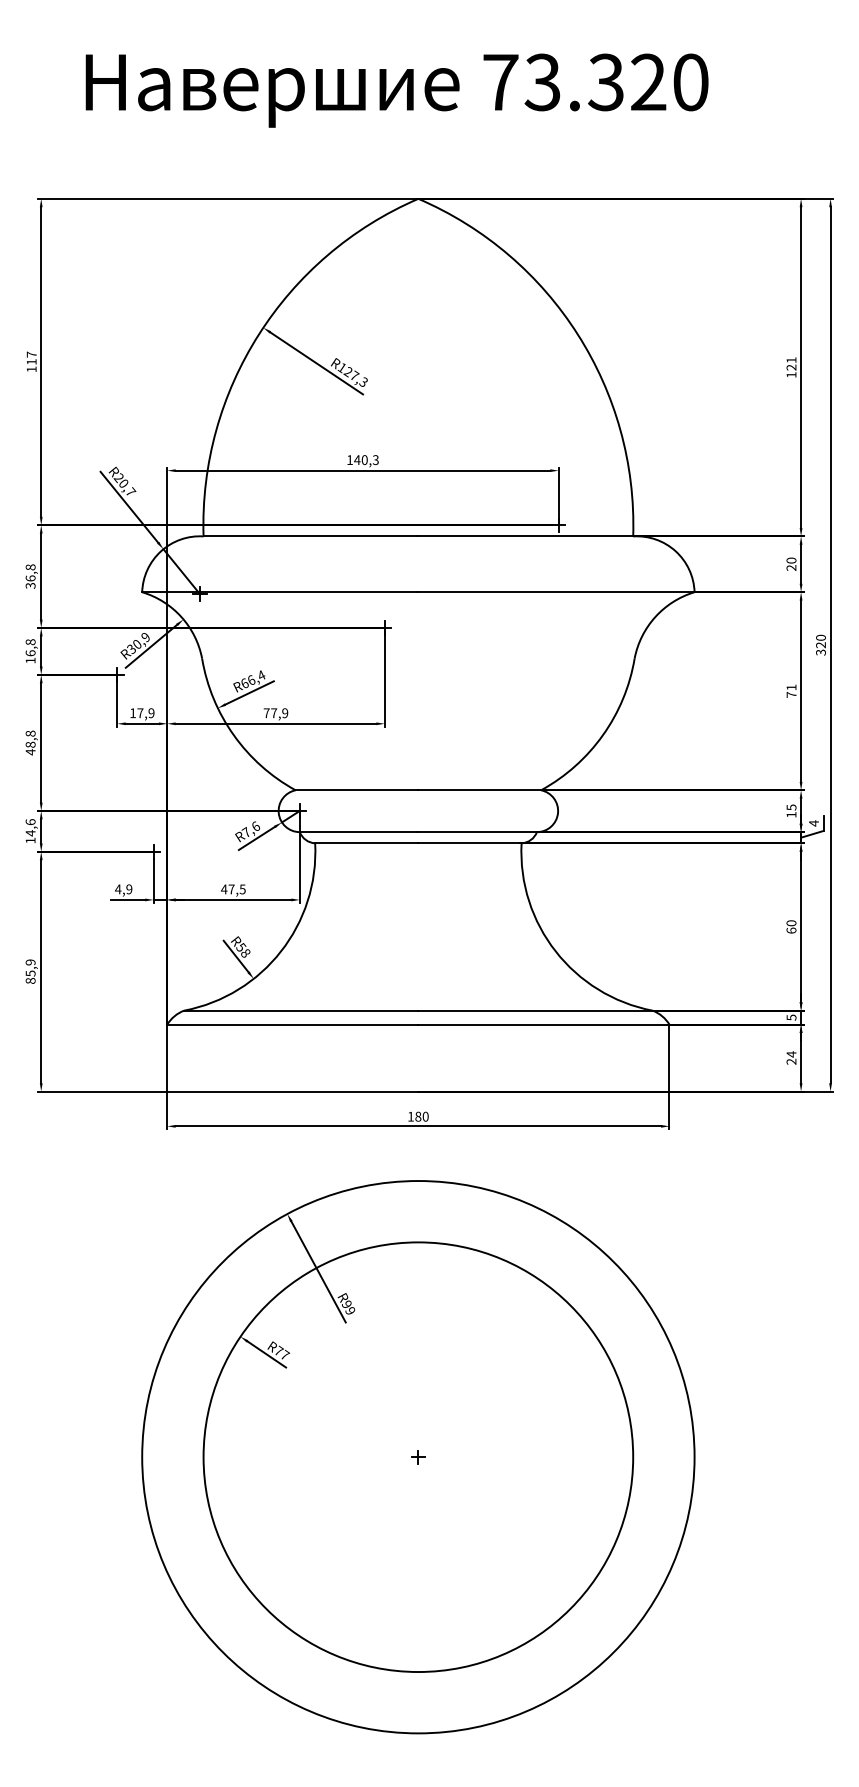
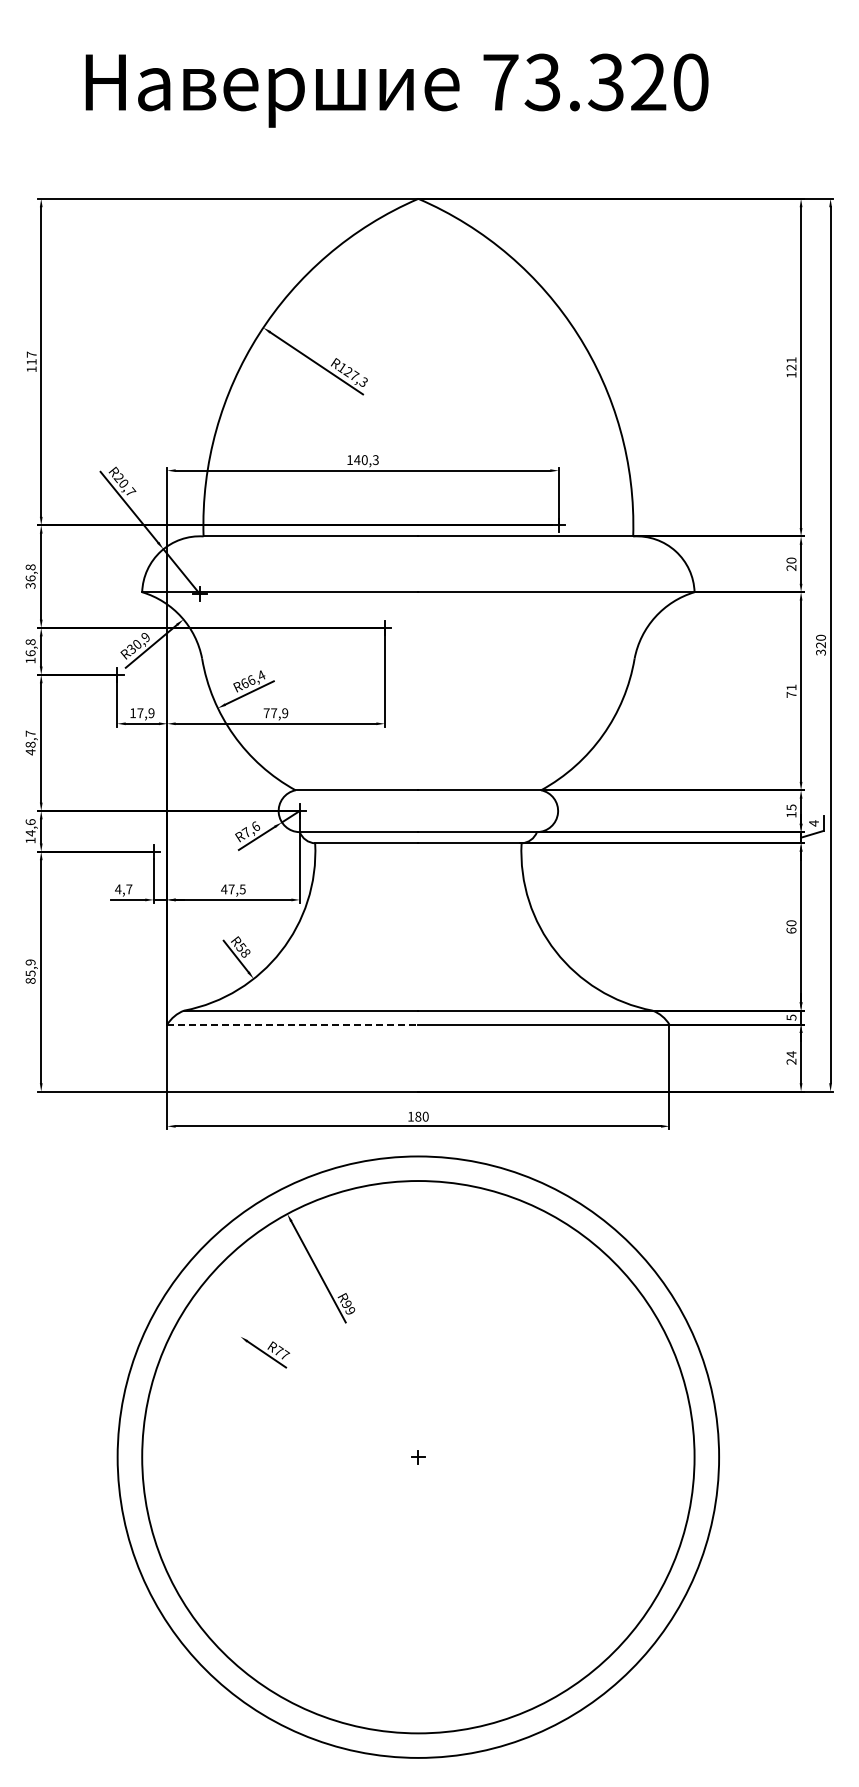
text at (30, 733): 48,8 -> 48,7
text at (129, 889): 4,9 -> 4,7
line at (292, 1024): solid -> dashed
circle at (418, 1457) diameter: 430 px -> 601 px
